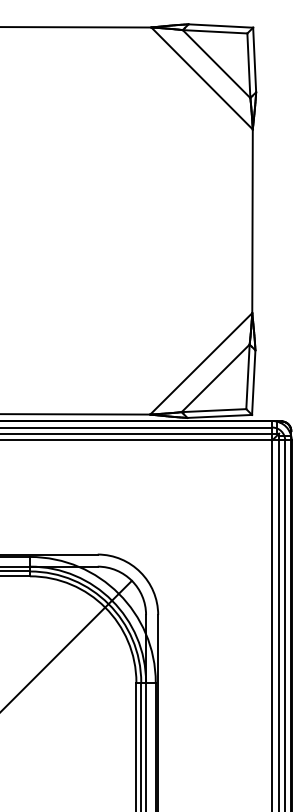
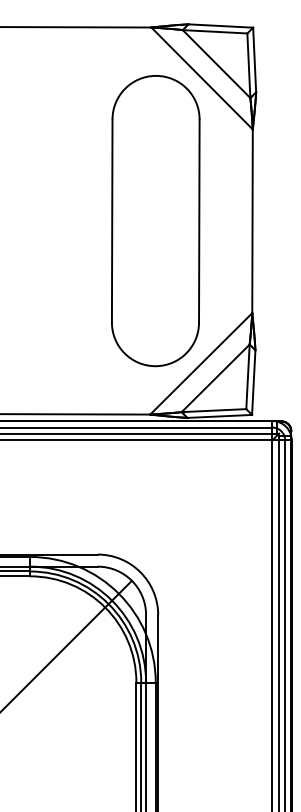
part at (155, 221): none -> present
